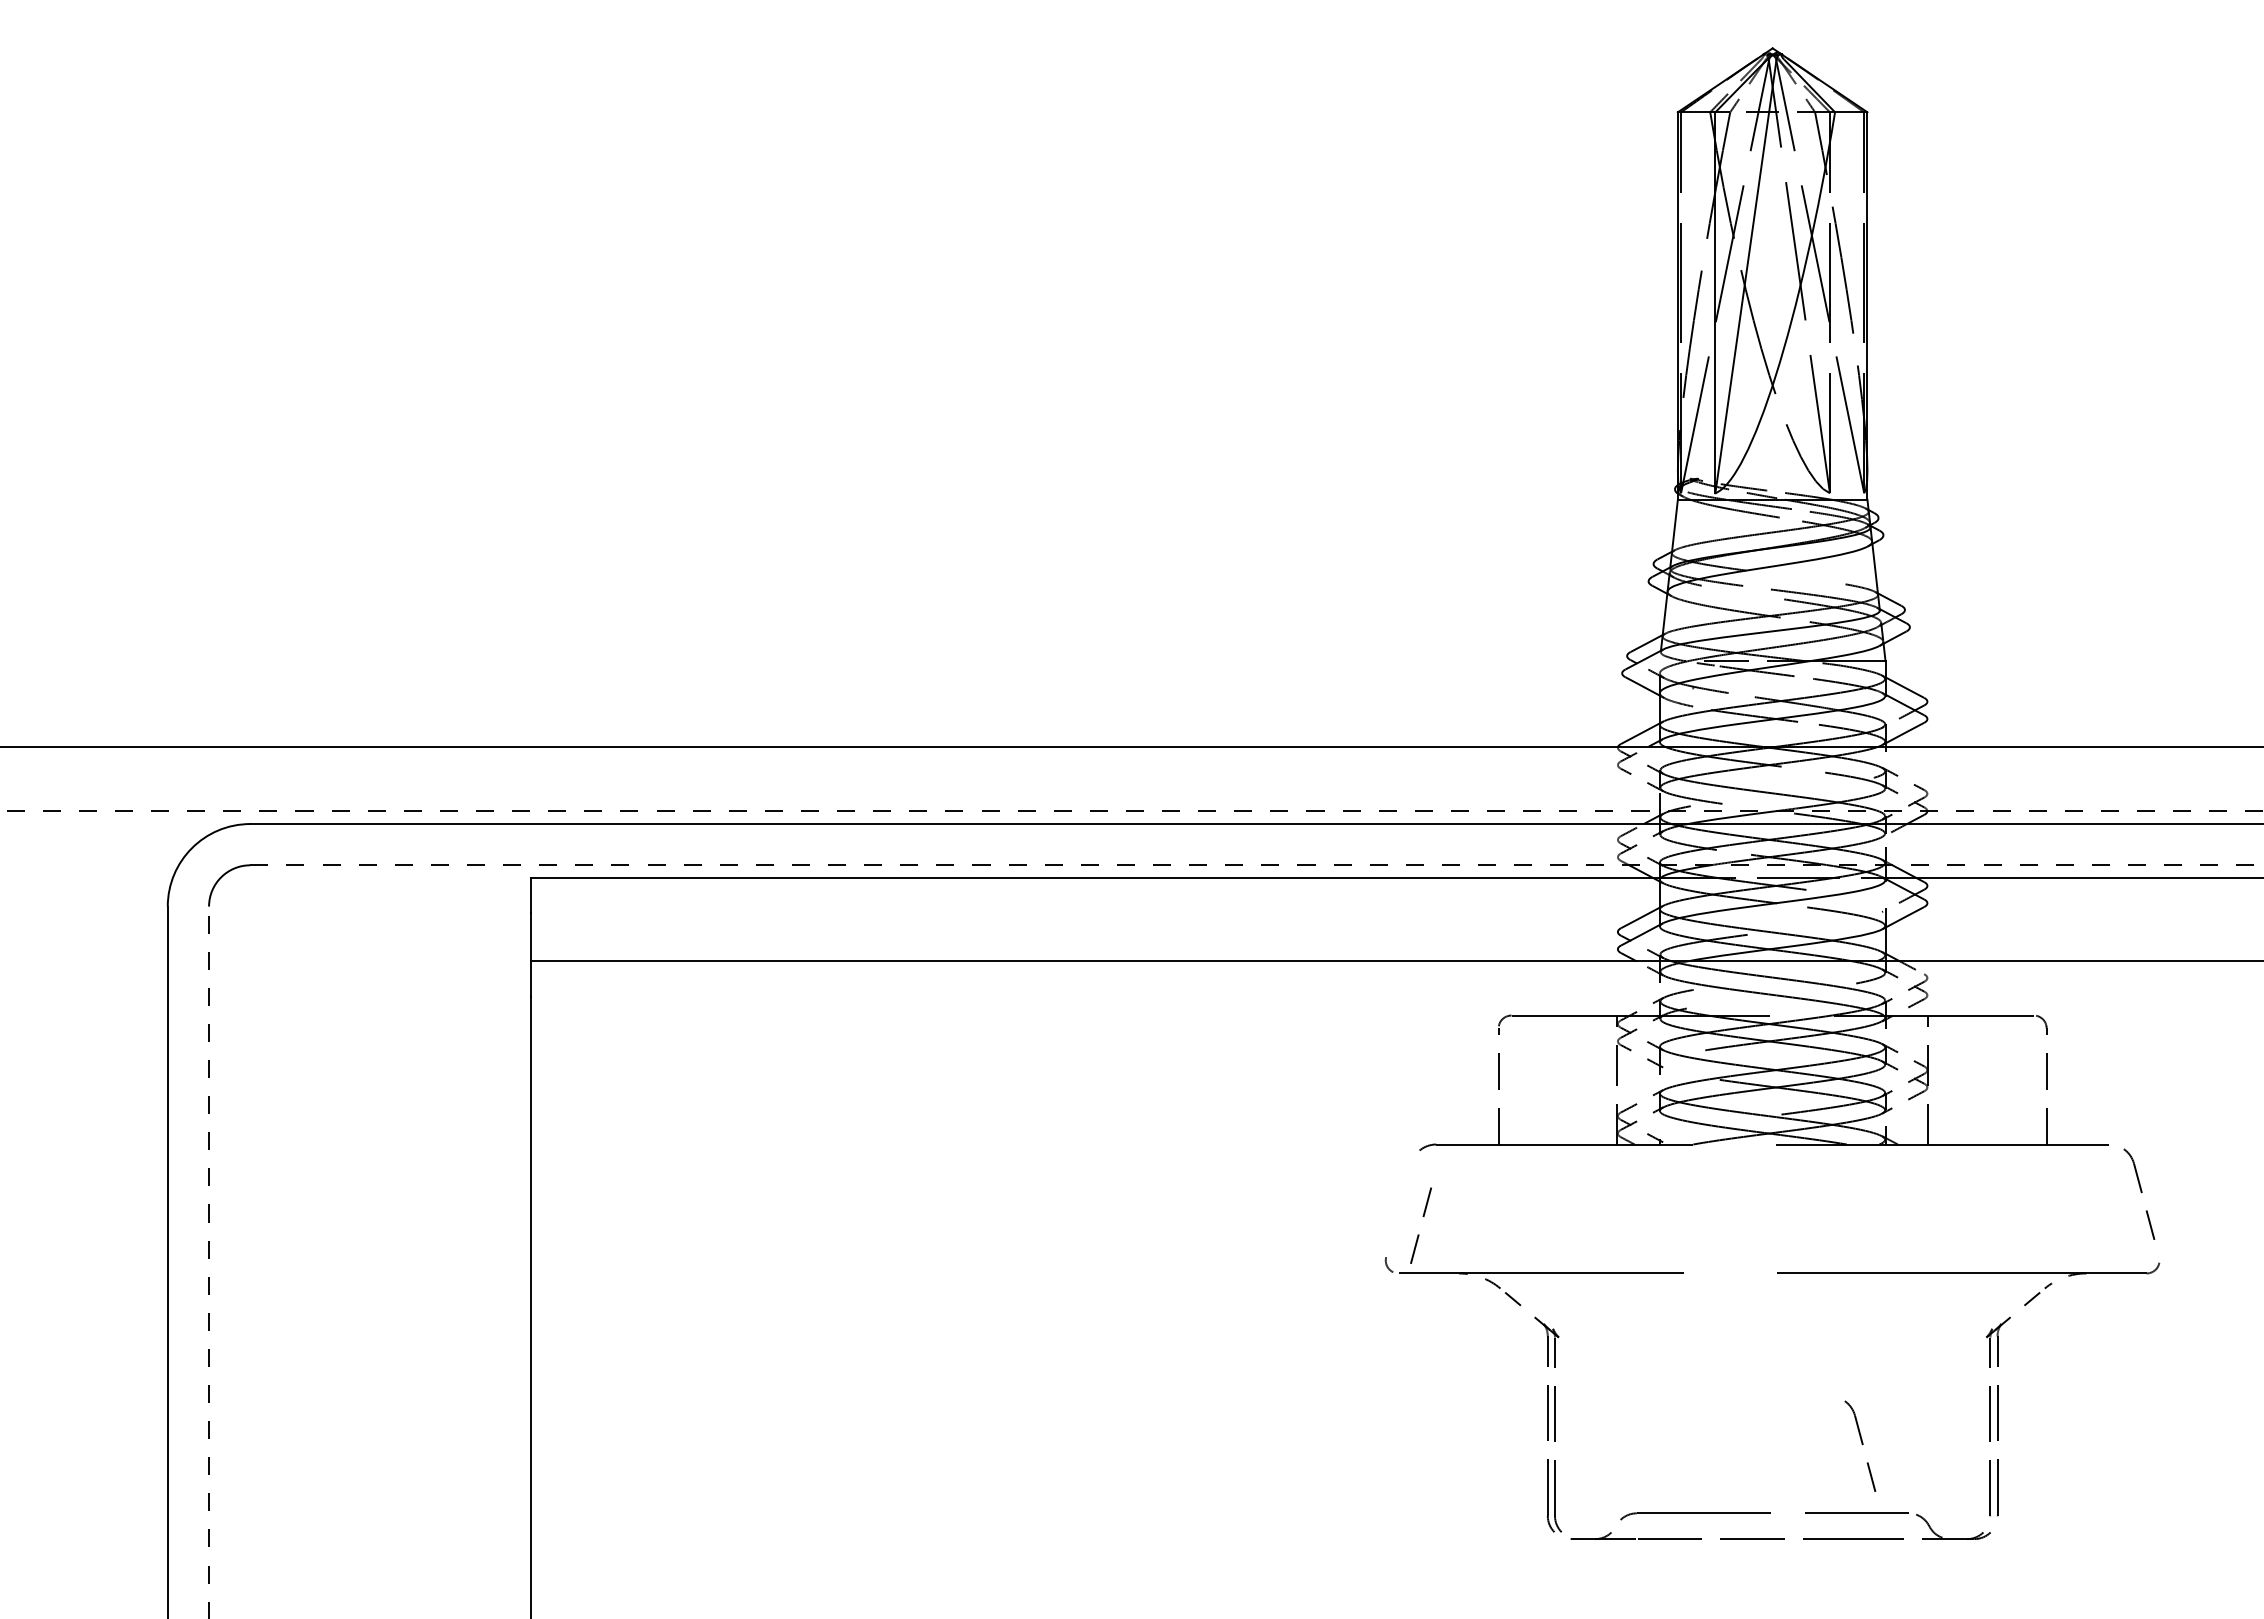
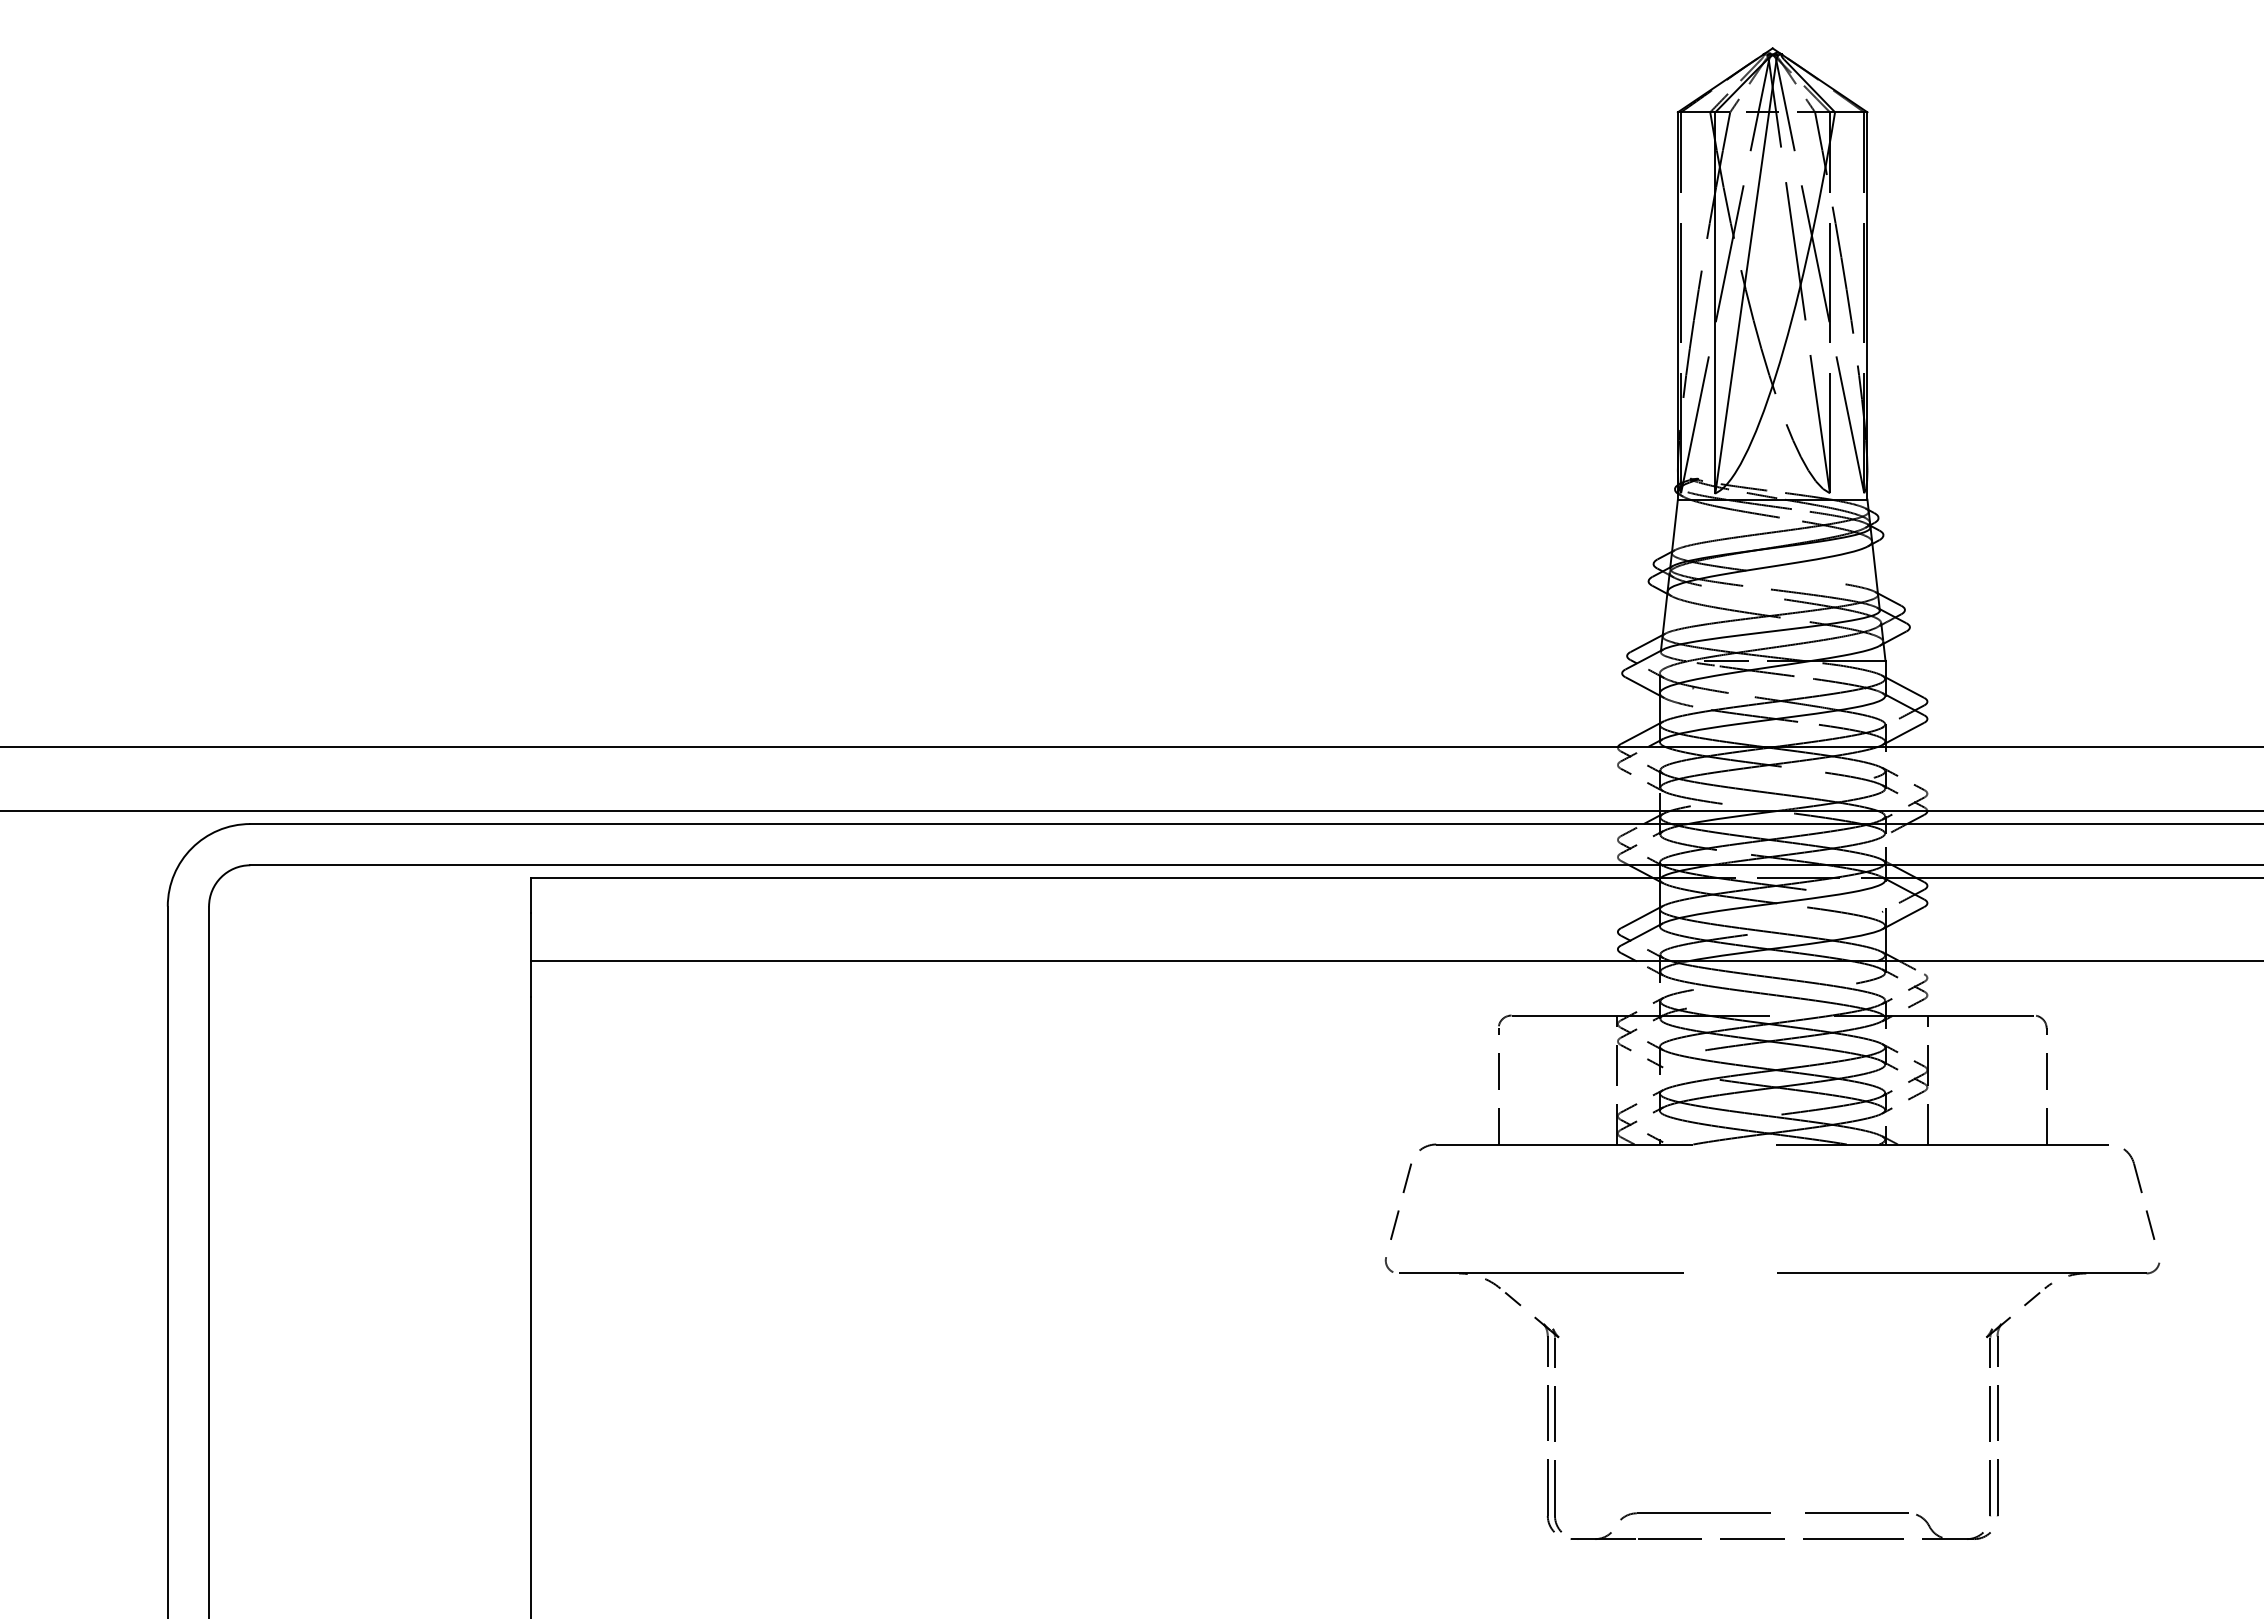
line at (1132, 811): dashed -> solid
line at (1256, 865): dashed -> solid
line at (1419, 1234) position: (1419, 1234) -> (1399, 1210)
line at (209, 1262): dashed -> solid
part at (1860, 1445): present -> none
